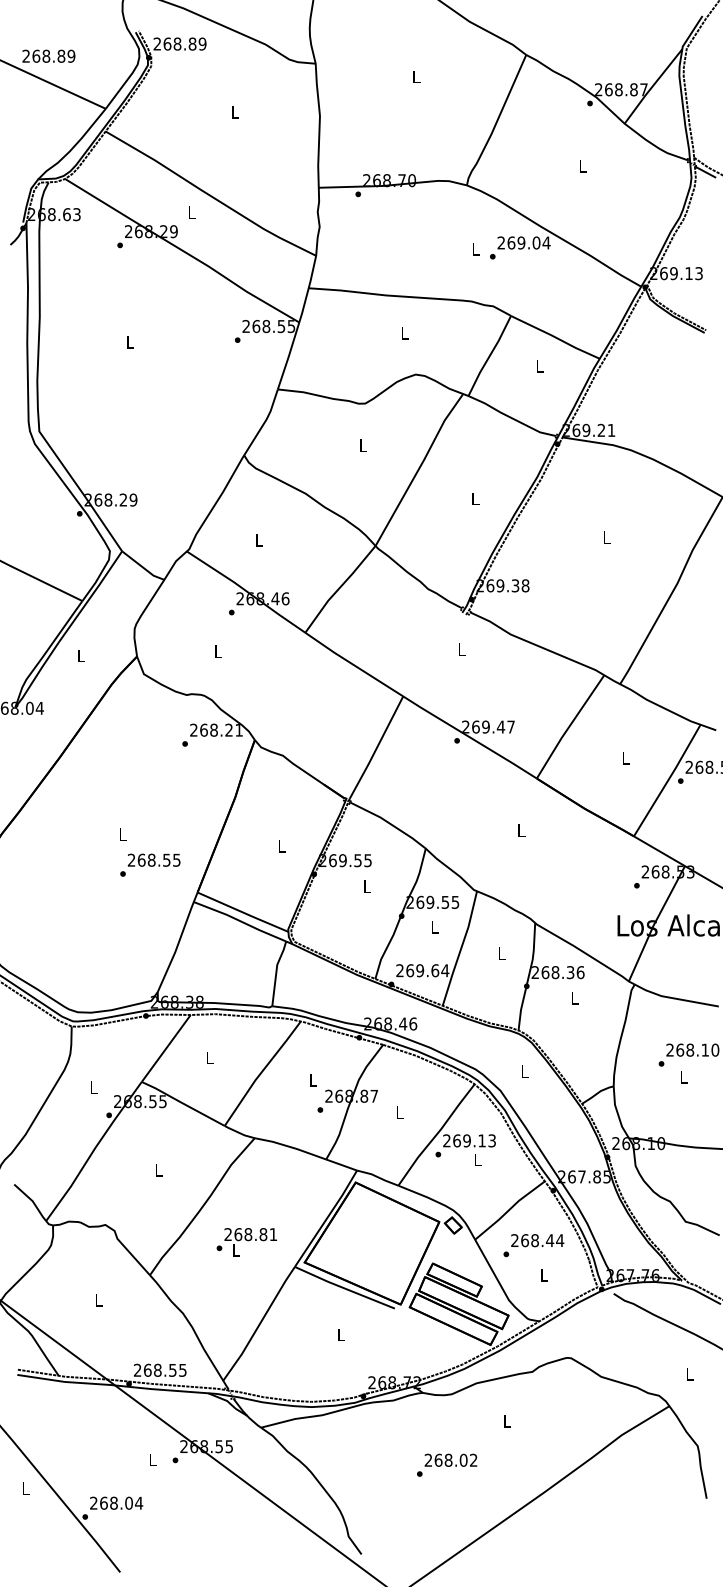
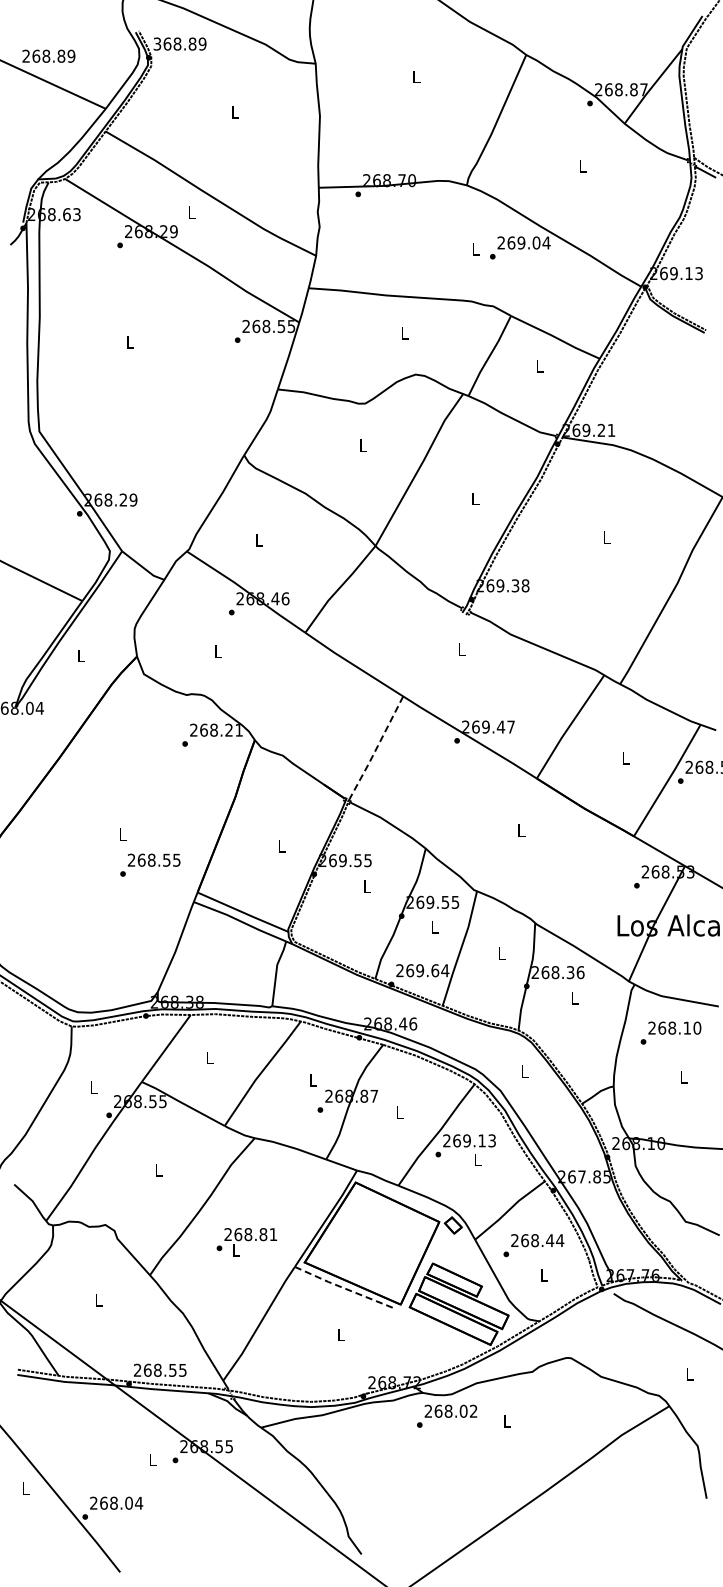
text at (157, 44): 268.89 -> 368.89
line at (376, 748): solid -> dashed
text at (688, 1054) position: (688, 1054) -> (670, 1032)
line at (343, 1288): solid -> dashed
text at (447, 1464) position: (447, 1464) -> (447, 1415)
